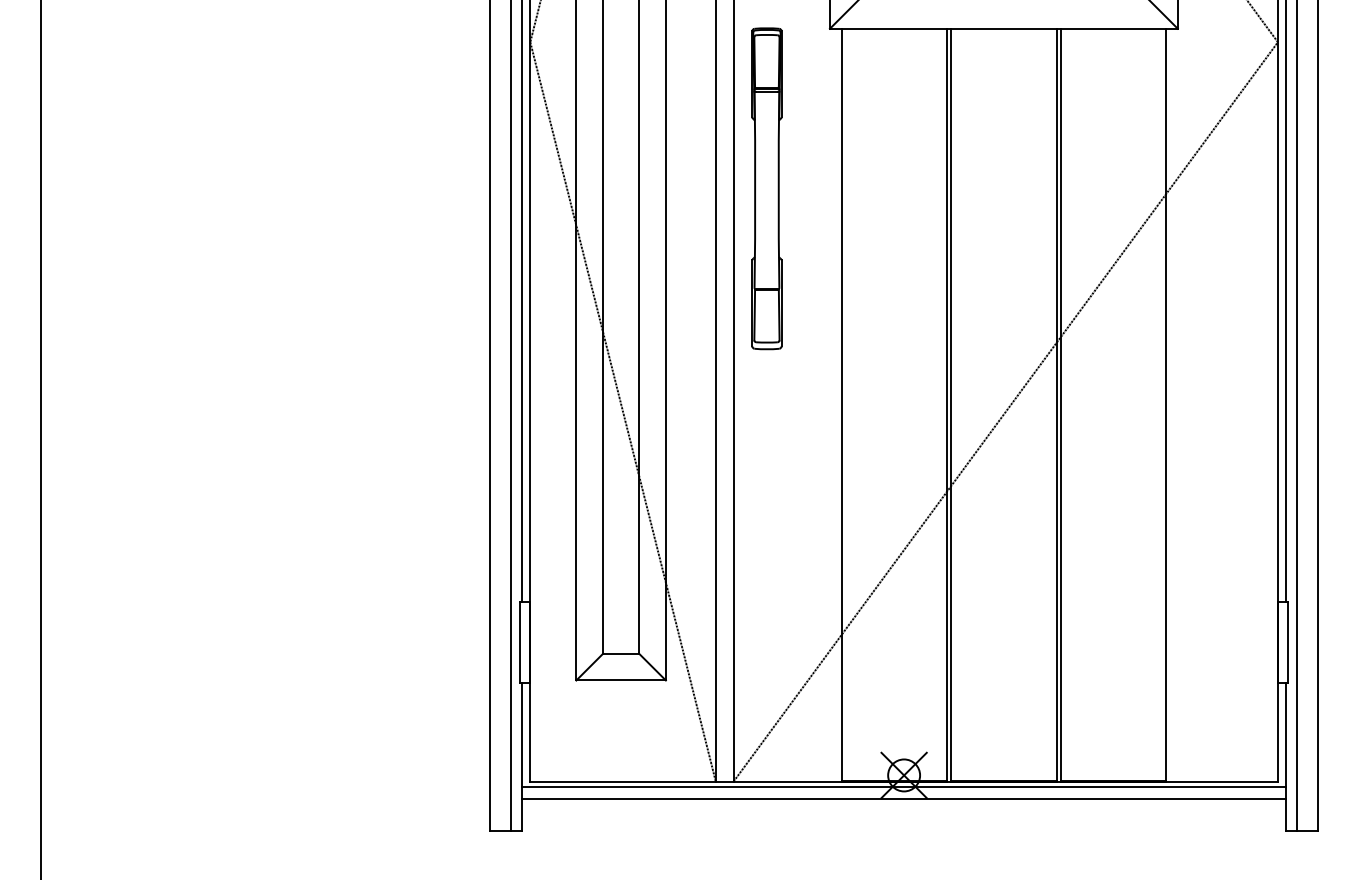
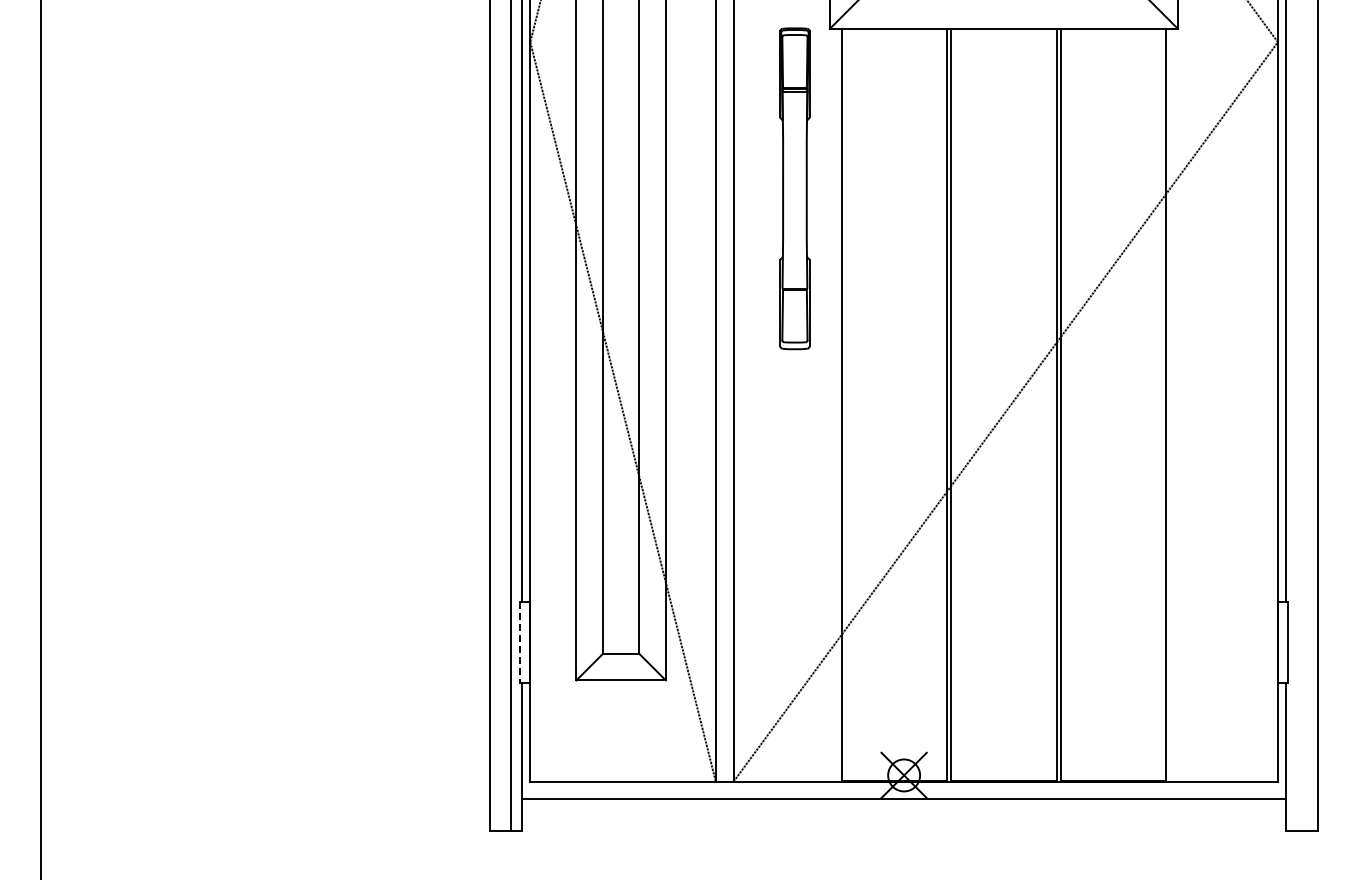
part at (766, 188) position: (766, 188) -> (794, 188)
line at (1297, 416): present -> none
line at (520, 642): solid -> dashed
line at (904, 786): present -> none
